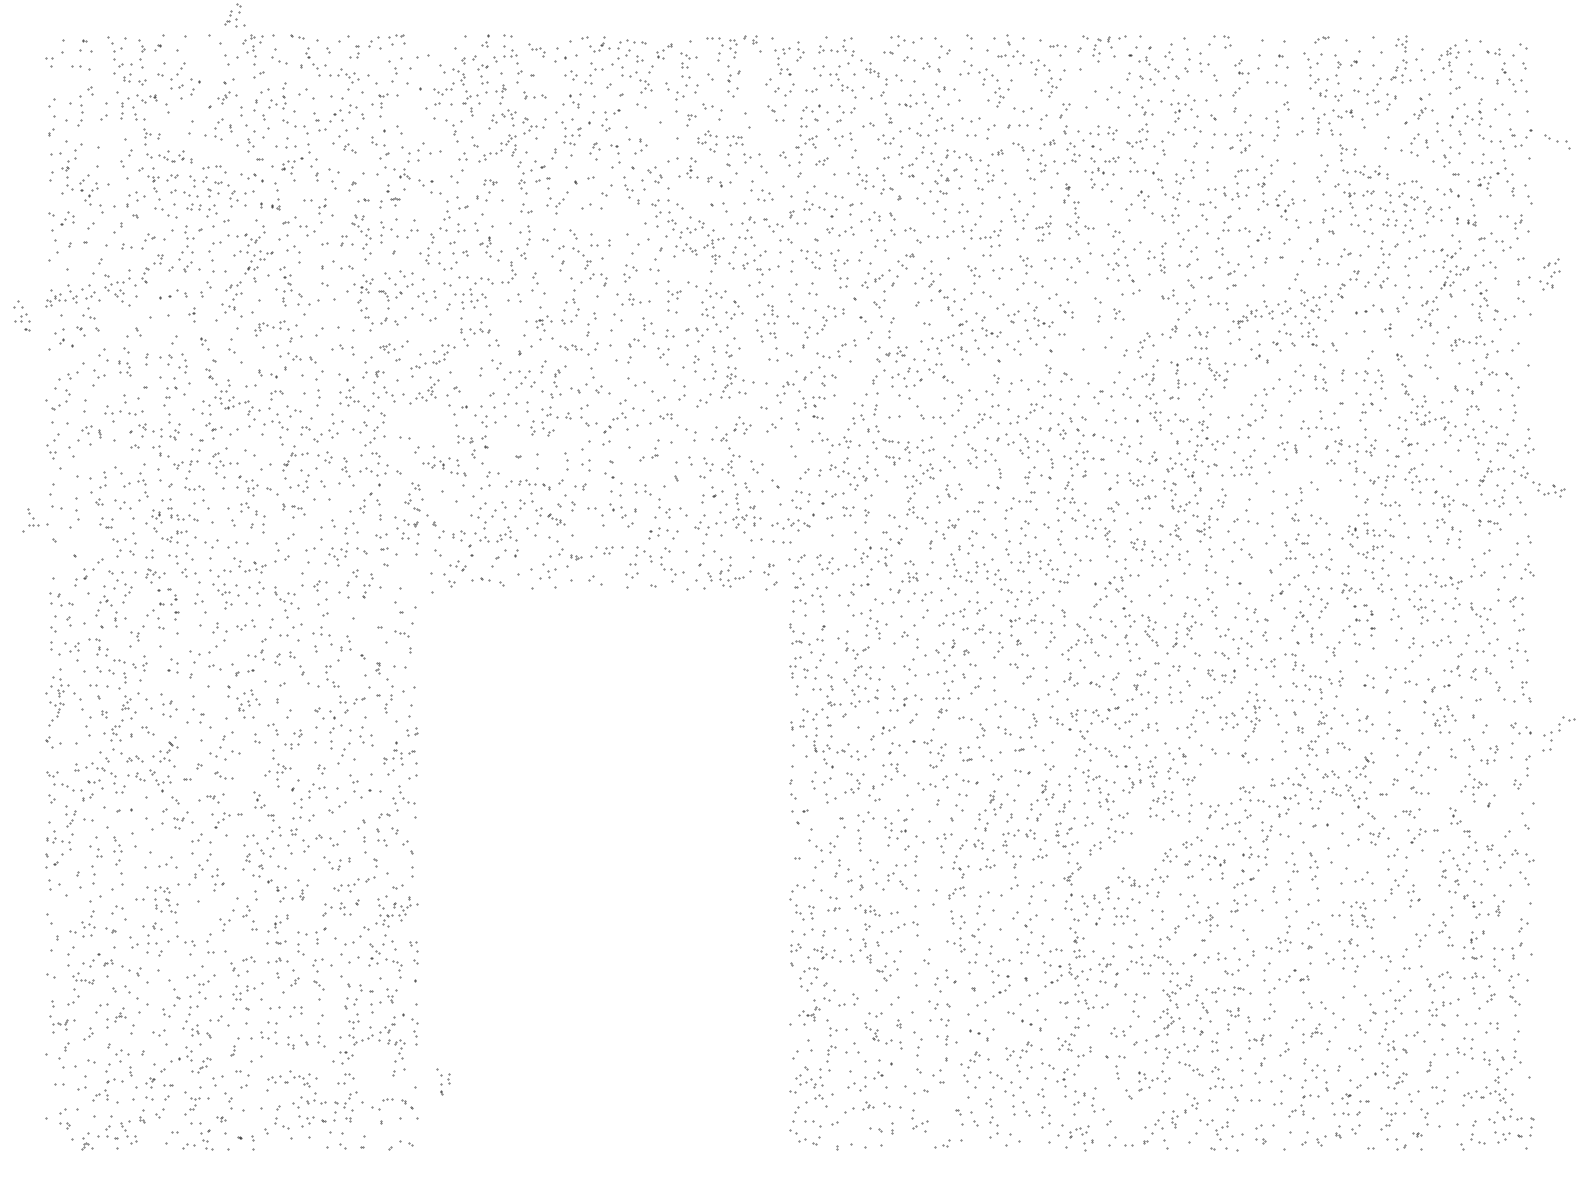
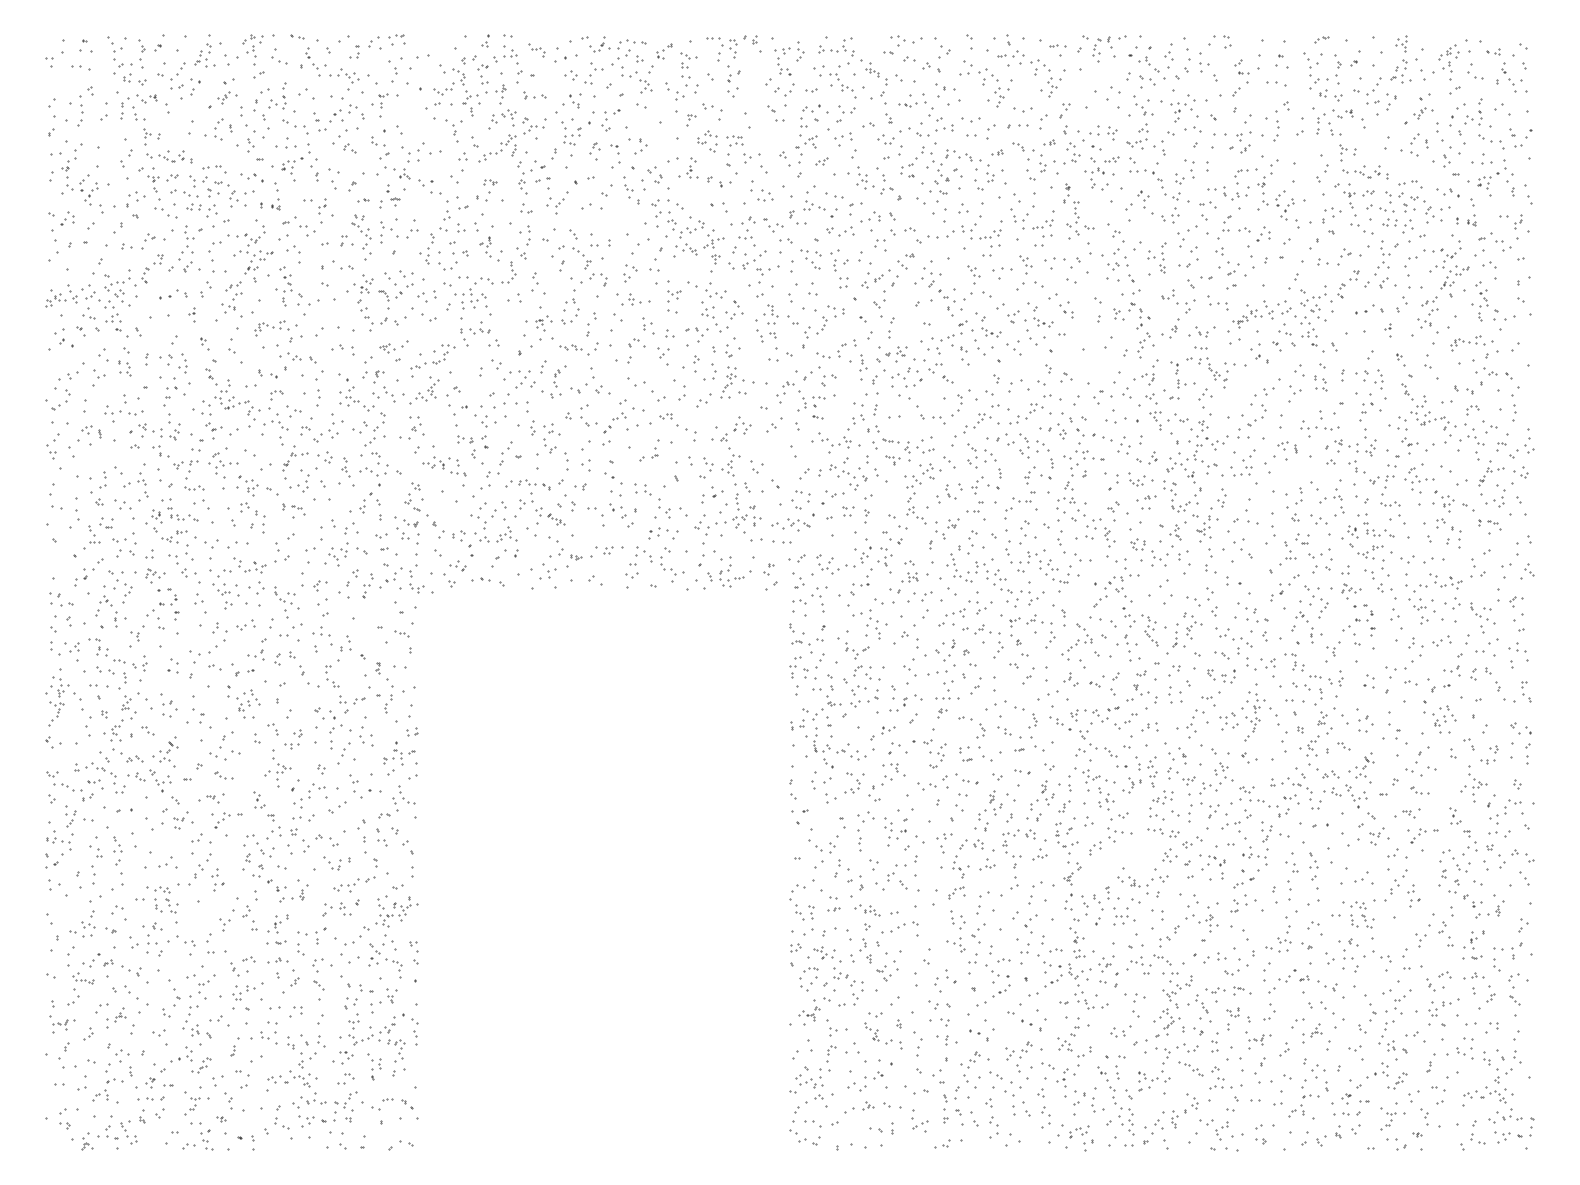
part at (234, 15) position: (234, 15) -> (204, 55)
part at (1557, 141): present -> none
part at (1043, 228) size: 17x27 px -> 23x37 px
part at (1549, 274): present -> none
part at (21, 315) position: (21, 315) -> (112, 315)
part at (1139, 315): none -> present
part at (863, 367): none -> present
part at (549, 421) position: (549, 421) -> (551, 438)
part at (416, 425): none -> present
part at (505, 453): none -> present
part at (977, 485): none -> present
part at (1548, 489): present -> none
part at (1331, 502): none -> present
part at (30, 520) position: (30, 520) -> (91, 537)
part at (410, 576): none -> present
part at (1558, 733) position: (1558, 733) -> (1504, 816)
part at (1527, 765) position: (1527, 765) -> (1527, 753)
part at (1216, 778): none -> present
part at (1163, 832): none -> present
part at (848, 979): none -> present
part at (1327, 985): none -> present
part at (307, 1060): none -> present
part at (443, 1081) position: (443, 1081) -> (374, 1066)
part at (150, 1097) size: 38x6 px -> 28x5 px
part at (1115, 1100): none -> present
part at (951, 1104): none -> present
